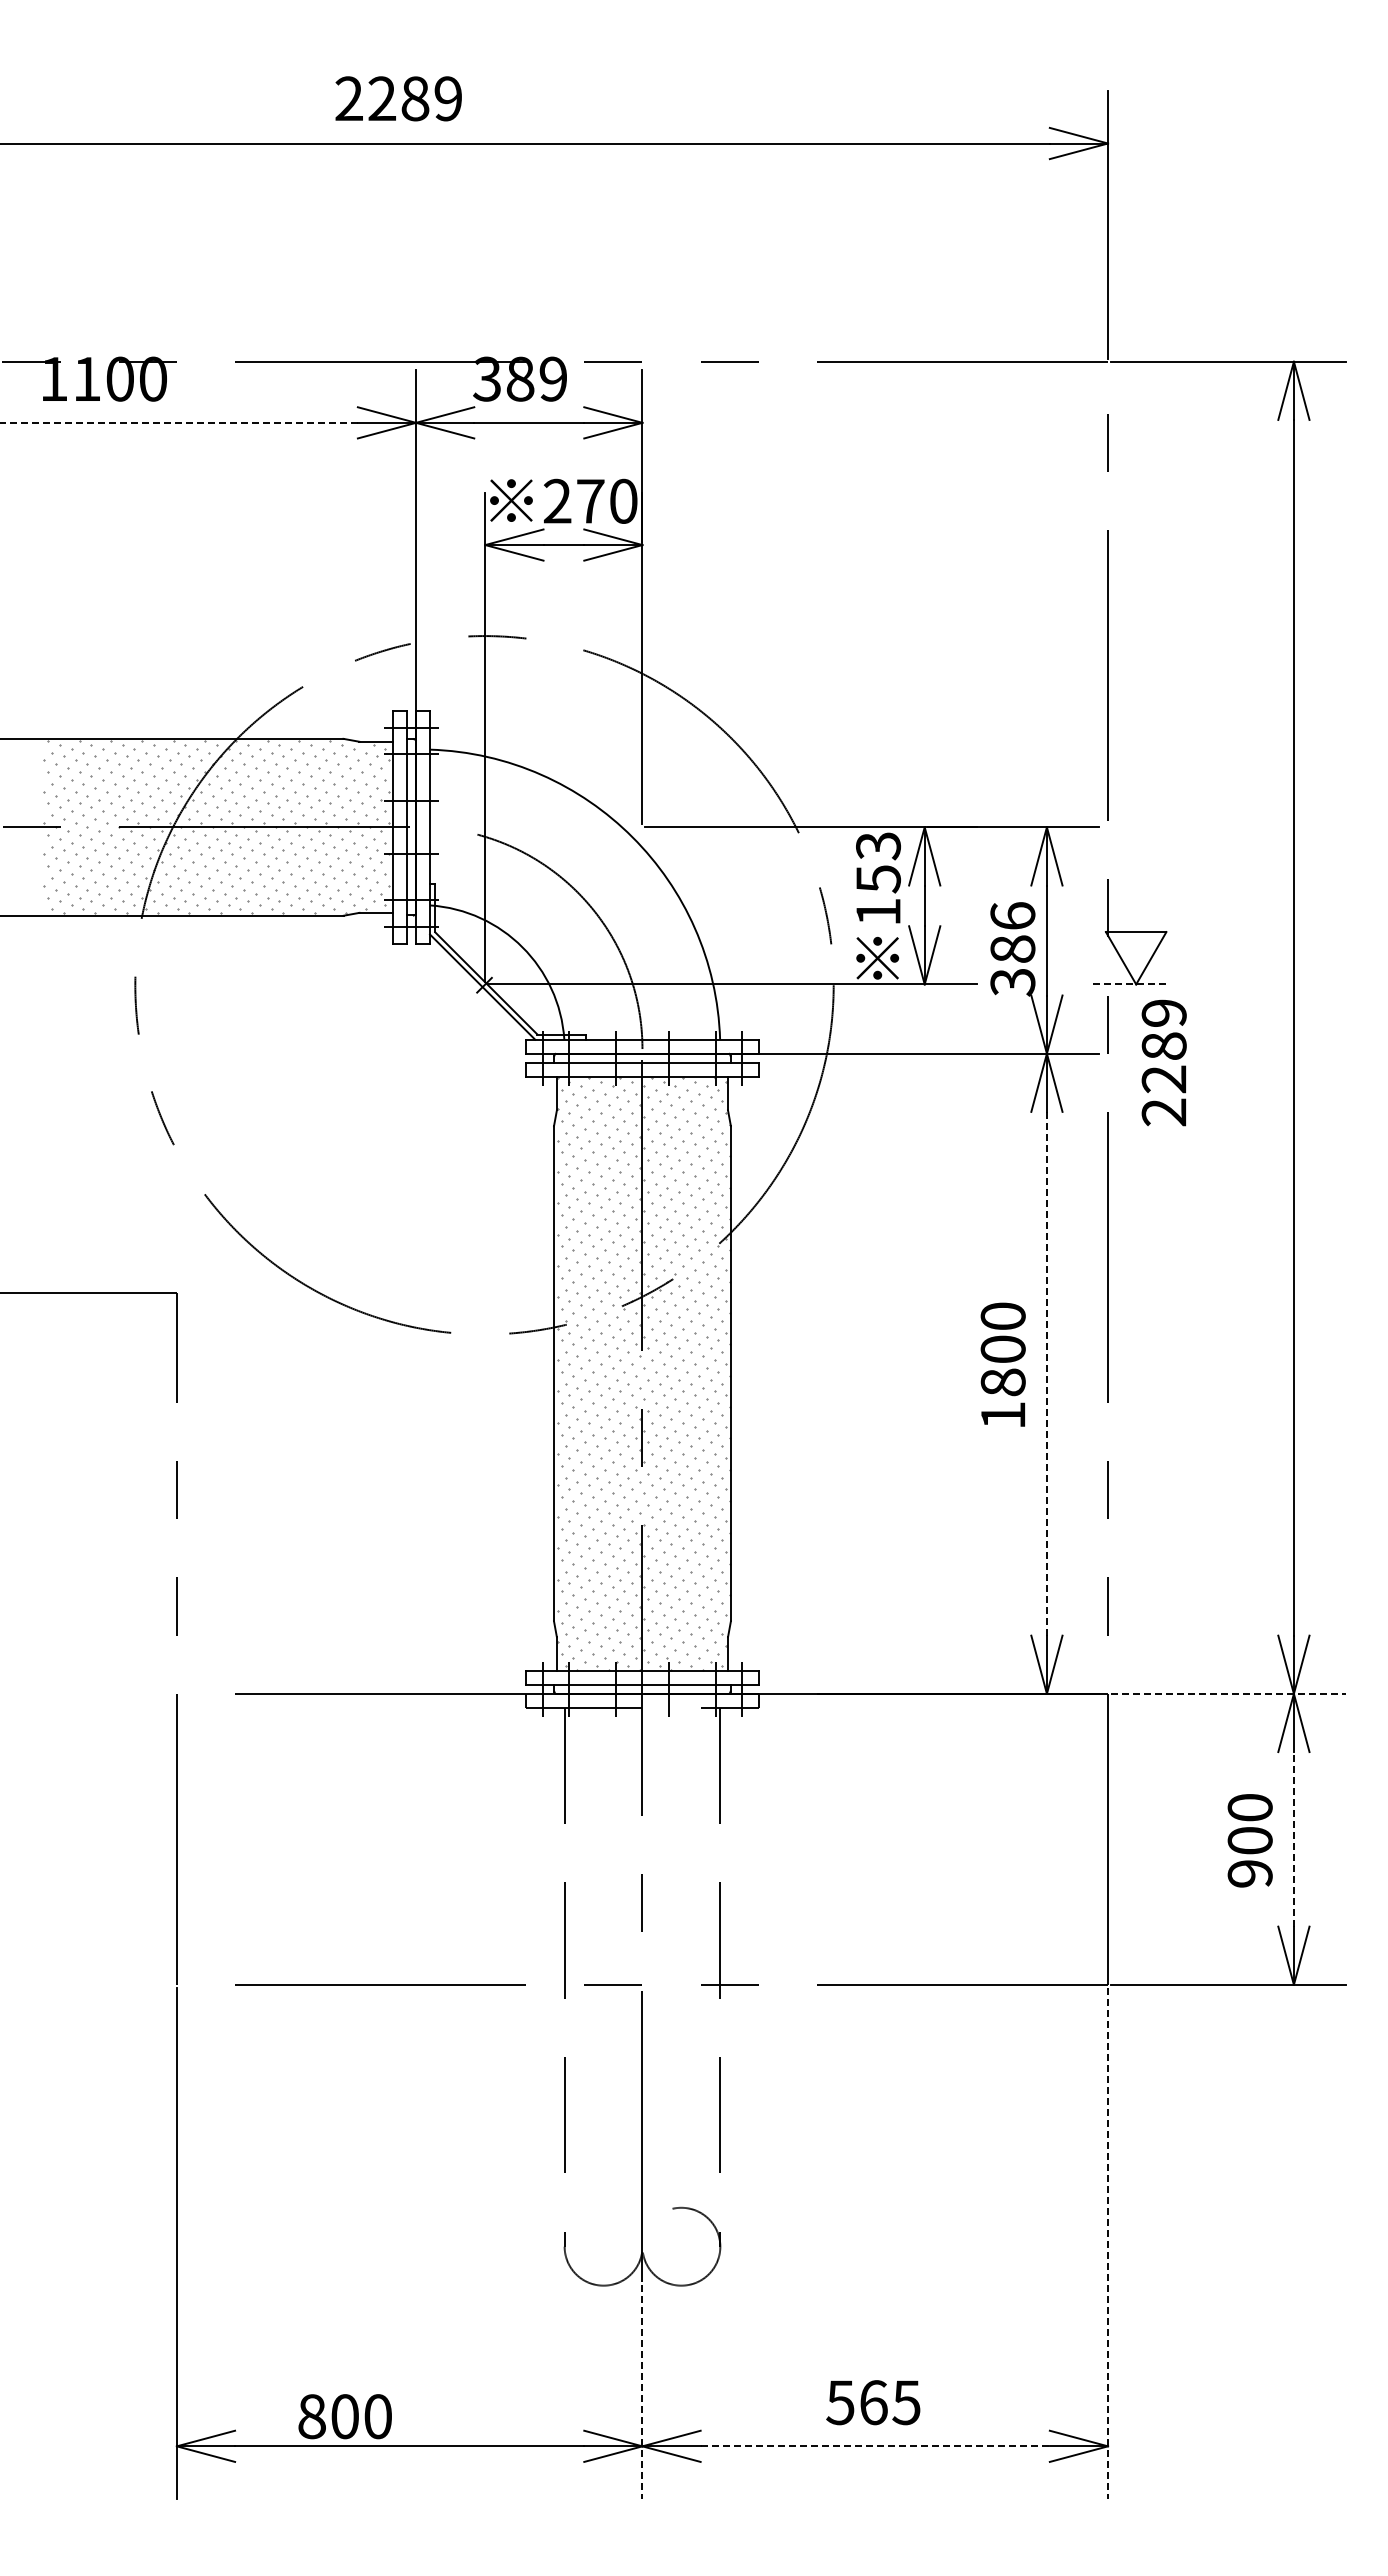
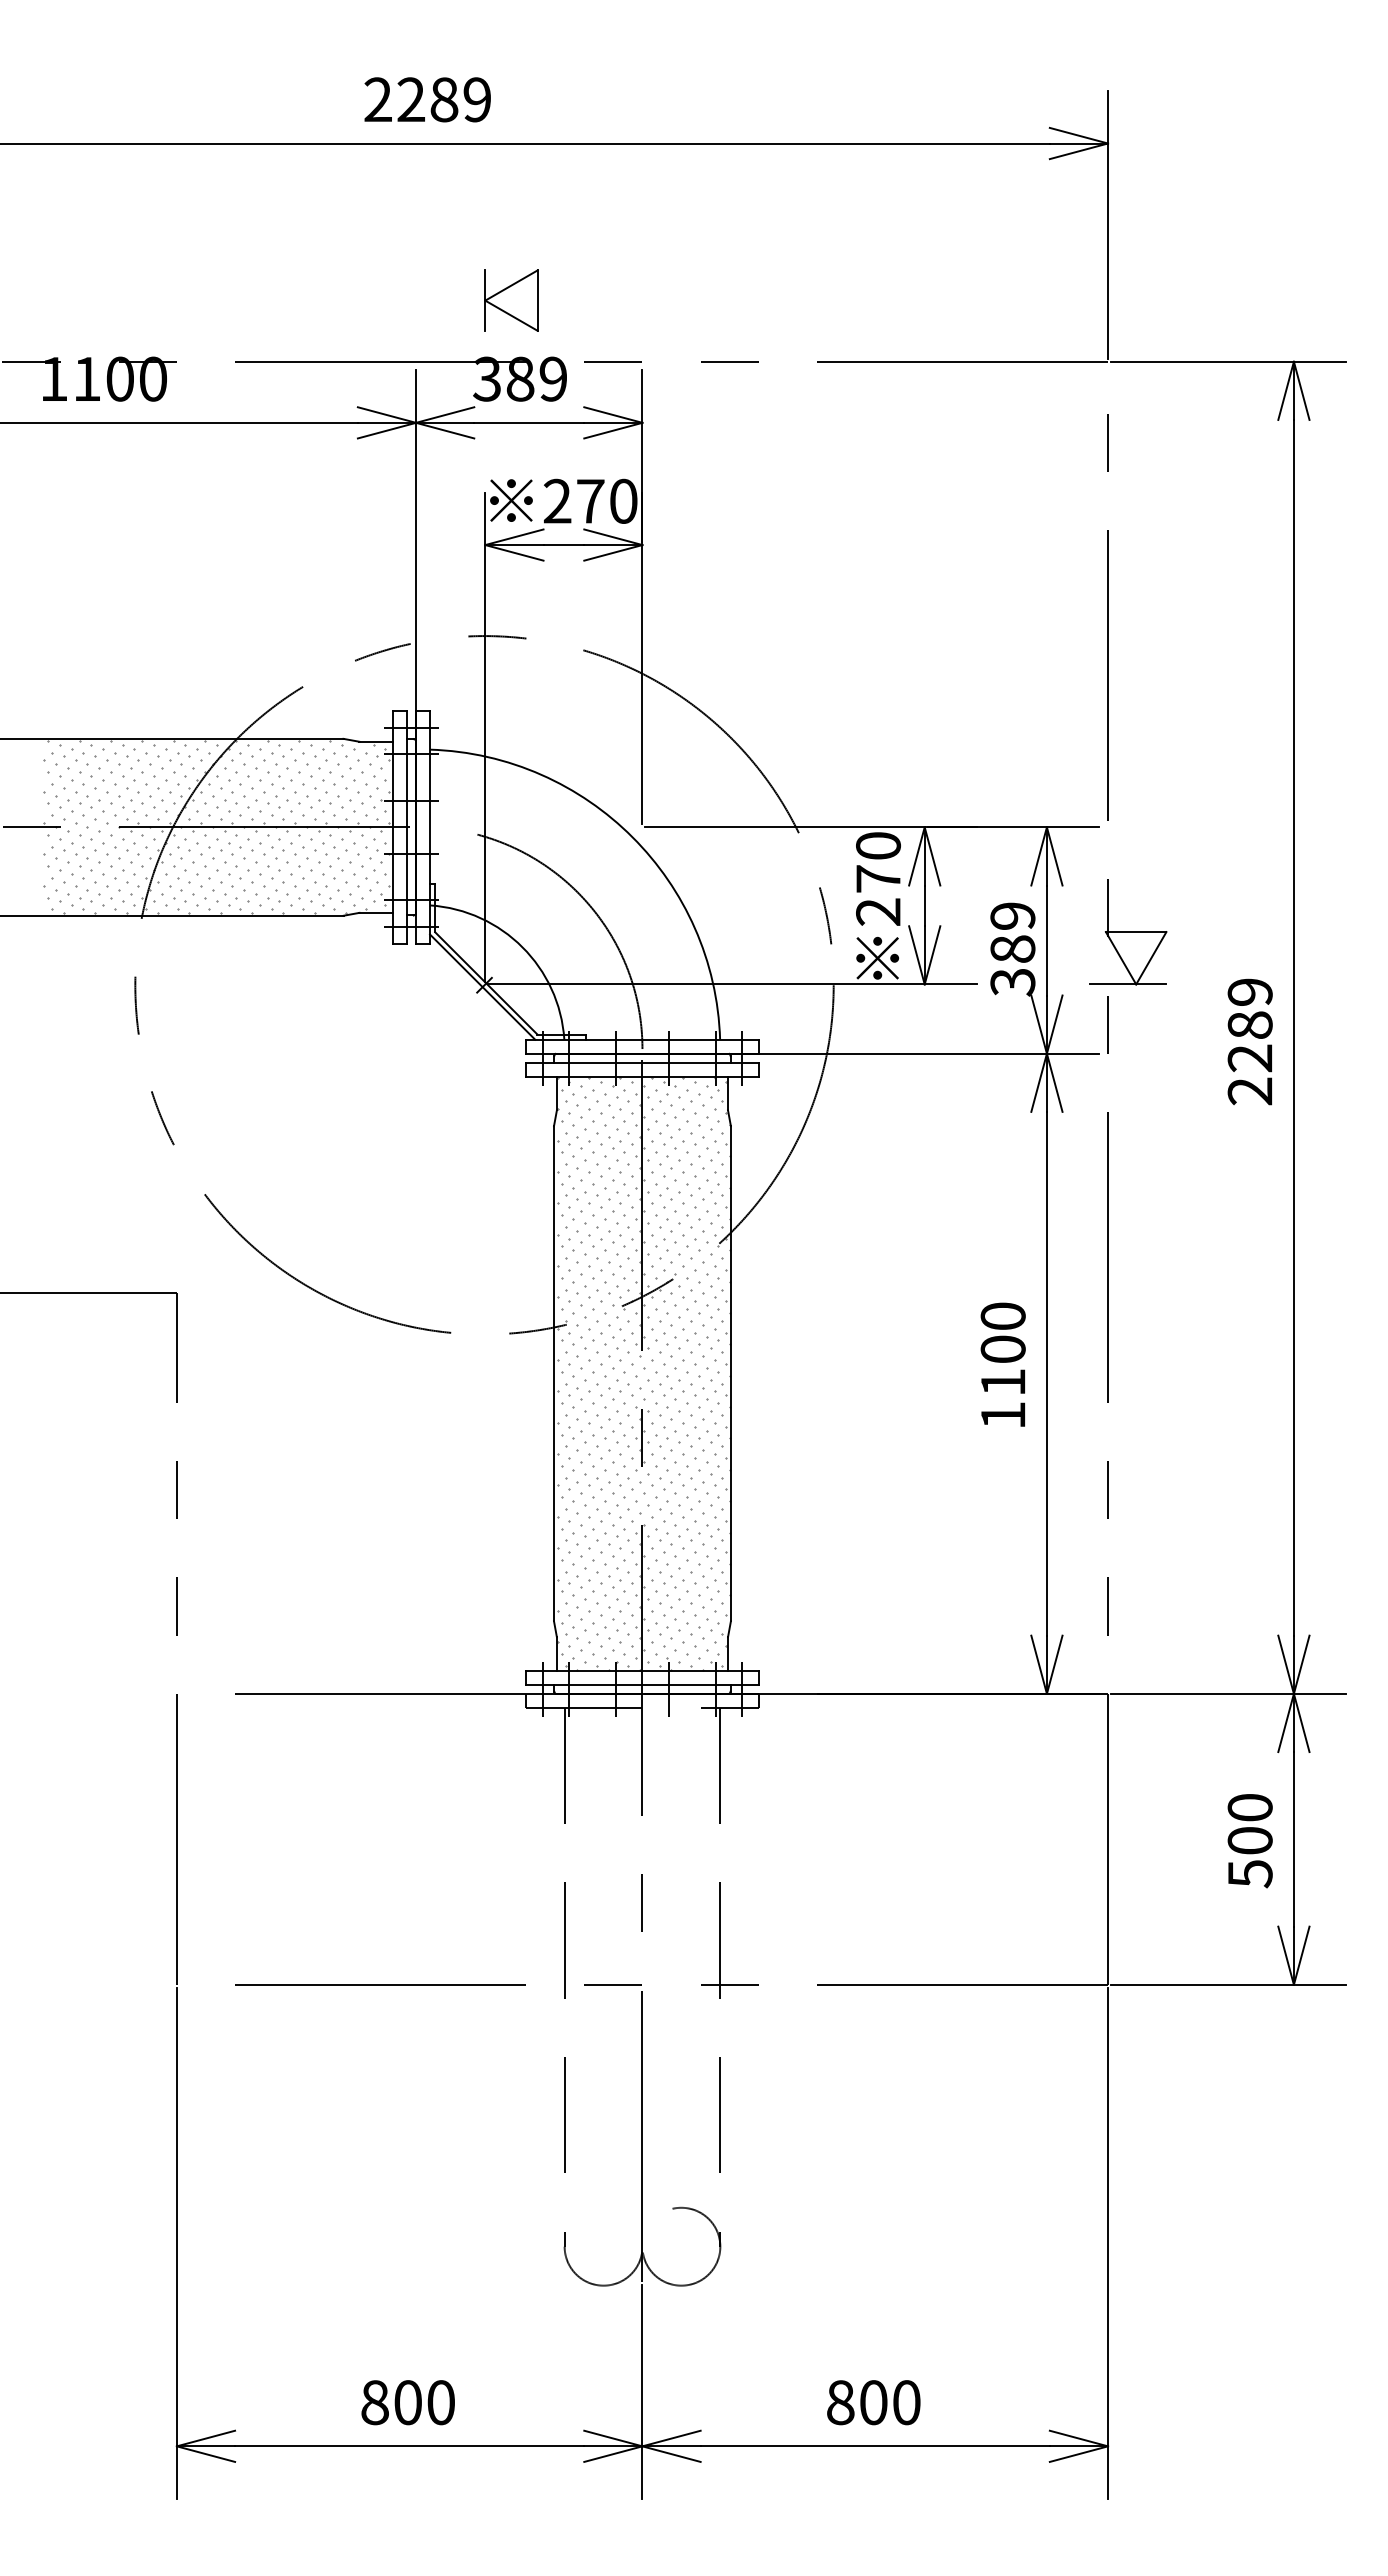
text at (398, 98) position: (398, 98) -> (427, 99)
part at (511, 300): none -> present
line at (178, 422): dashed -> solid
text at (878, 878): 153 -> 270
text at (1012, 915): 386 -> 389
line at (1127, 984): dashed -> solid
text at (1163, 1062) position: (1163, 1062) -> (1249, 1041)
line at (1046, 1373): dashed -> solid
text at (1002, 1382): 1800 -> 1100
line at (1228, 1693): dashed -> solid
line at (1293, 1838): dashed -> solid
text at (1249, 1874): 900 -> 500
line at (1108, 2243): dashed -> solid
line at (642, 2392): dashed -> solid
text at (873, 2402): 565 -> 800
text at (344, 2416) position: (344, 2416) -> (407, 2402)
line at (875, 2446): dashed -> solid
